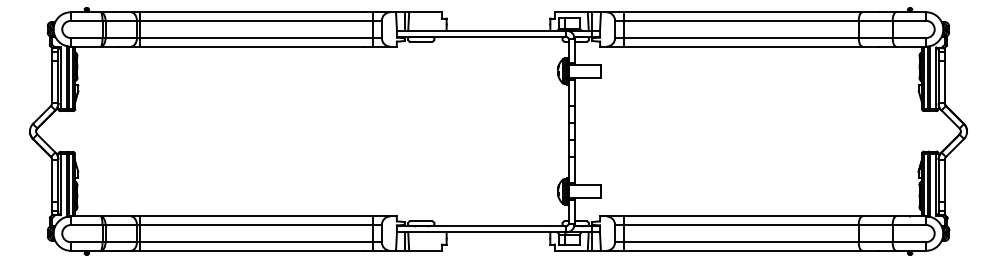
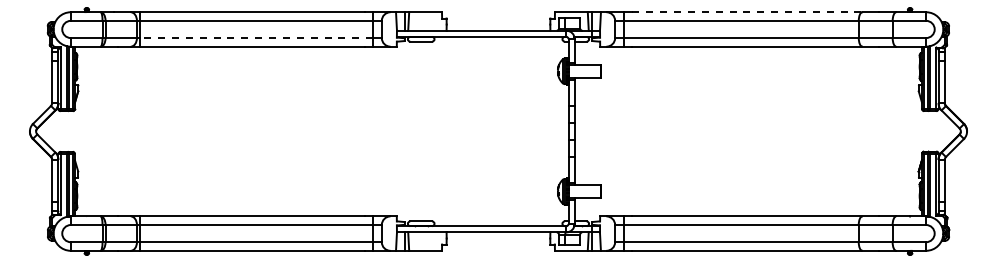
line at (746, 12): solid -> dashed
line at (256, 38): solid -> dashed
